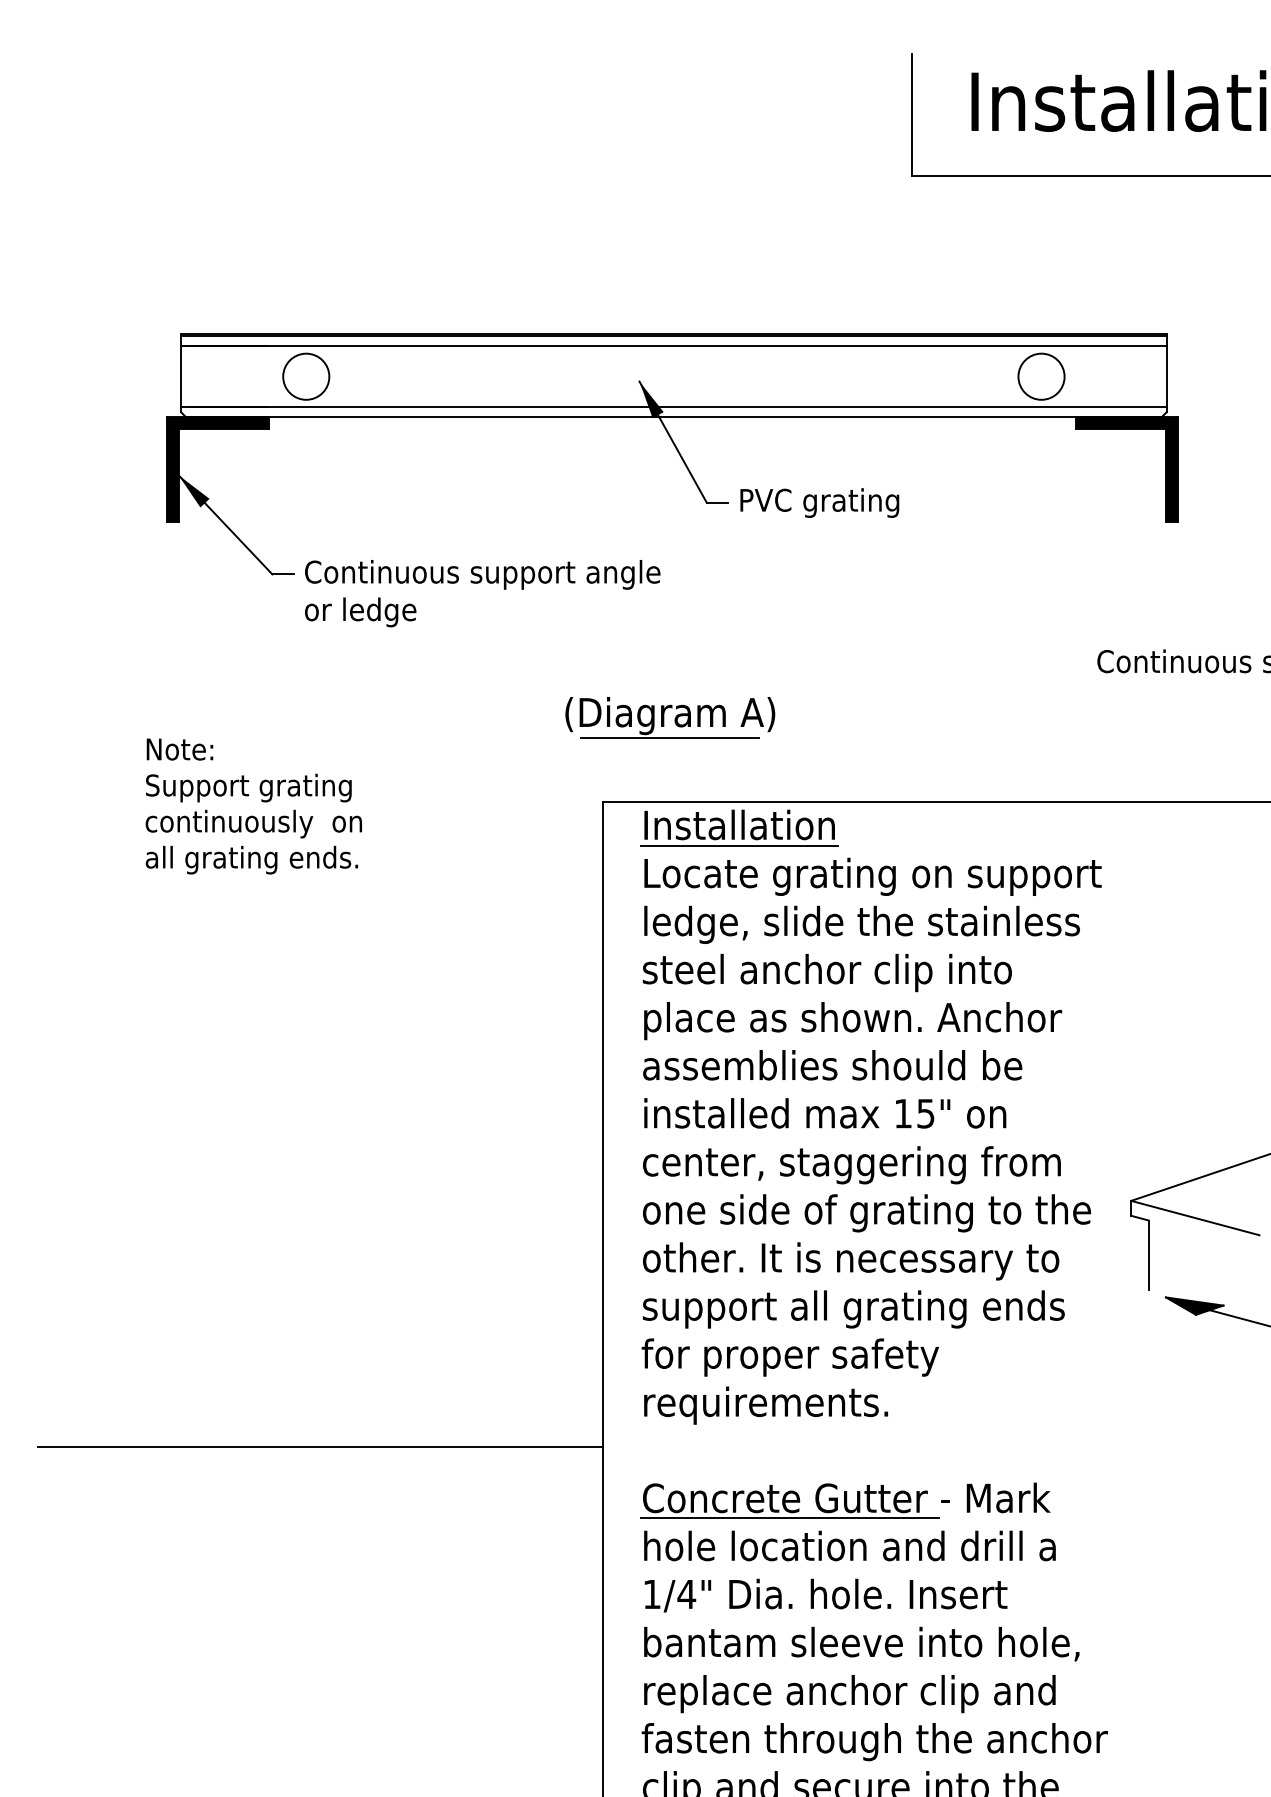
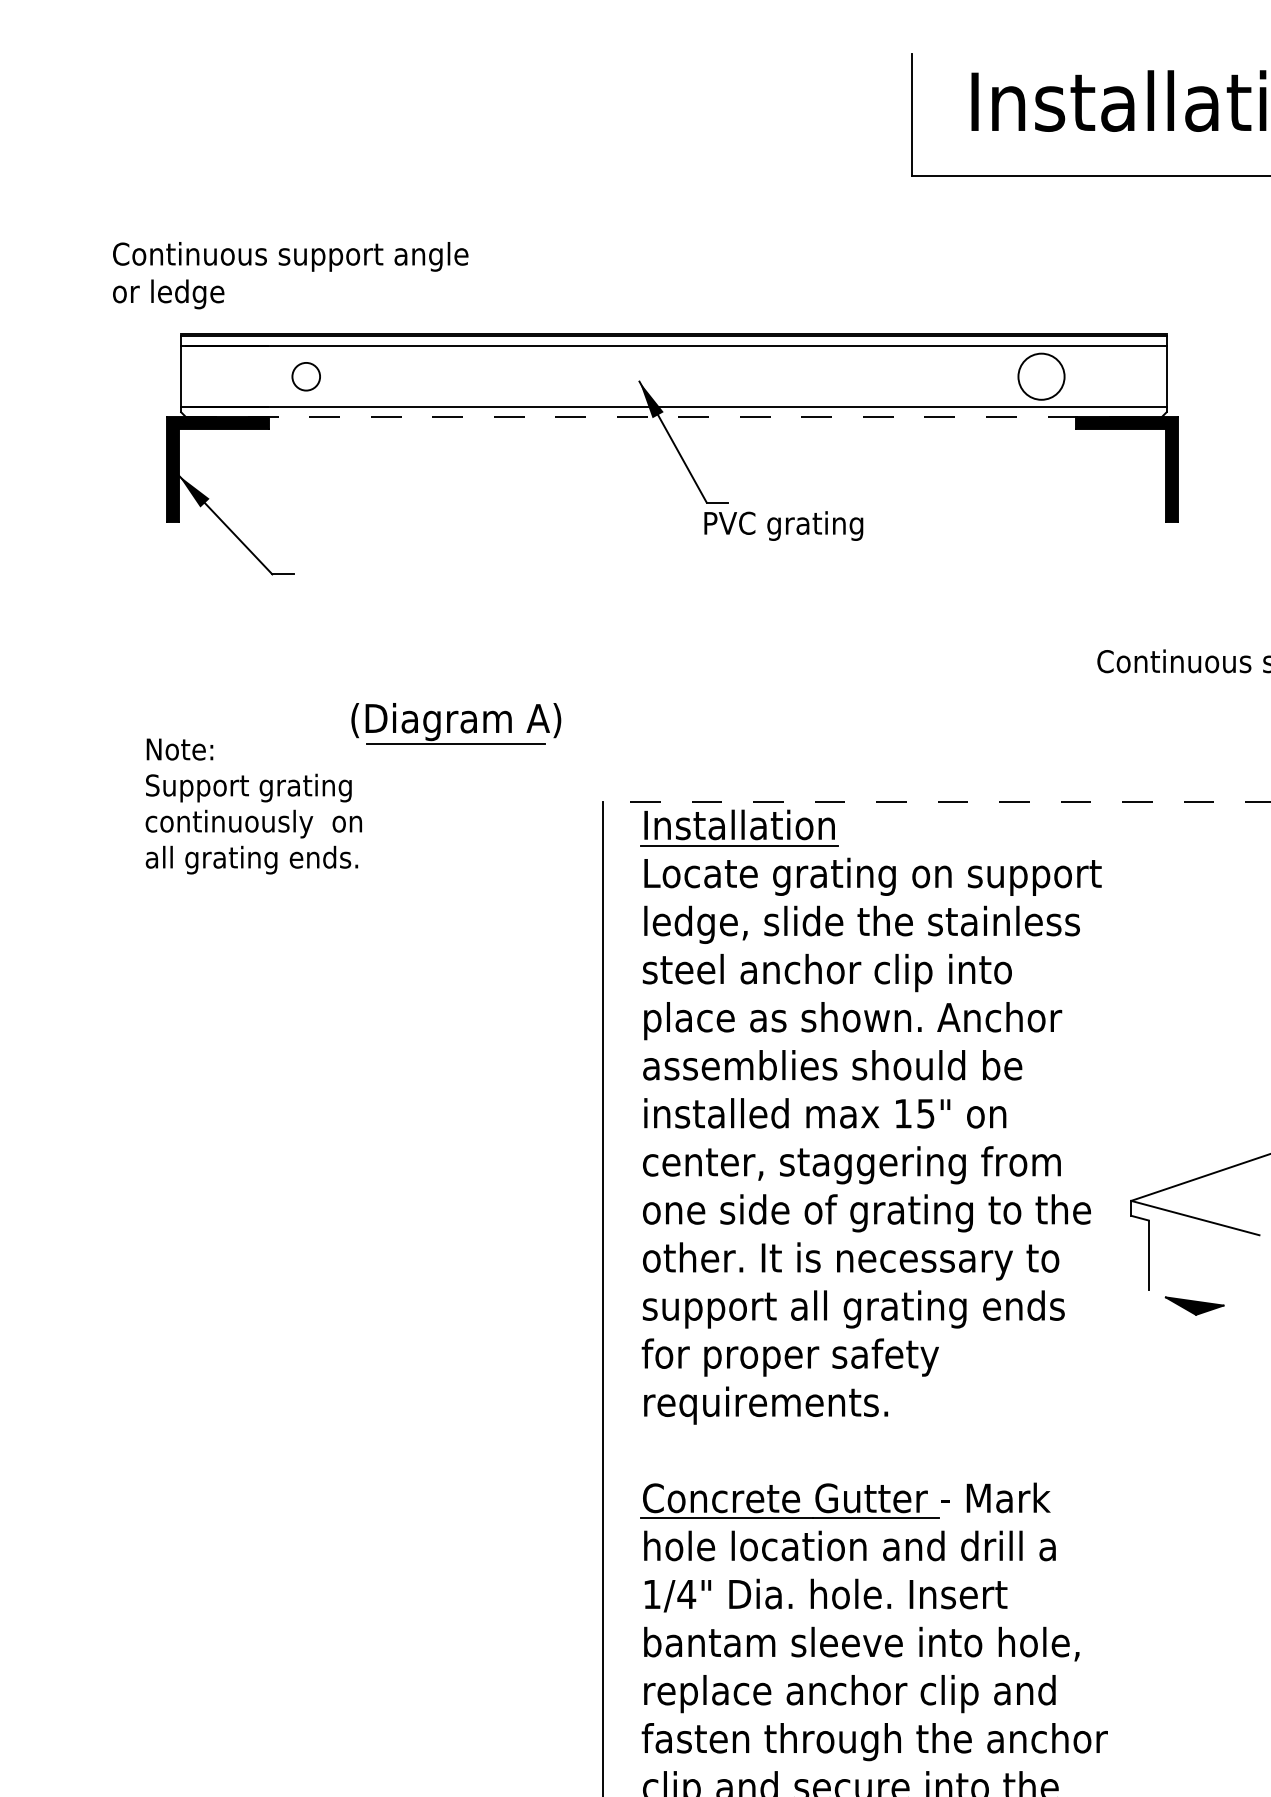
circle at (306, 376) diameter: 46 px -> 28 px
line at (673, 417): solid -> dashed
text at (819, 502) position: (819, 502) -> (783, 525)
text at (482, 593) position: (482, 593) -> (290, 275)
part at (670, 717) position: (670, 717) -> (456, 723)
line at (936, 802): solid -> dashed
line at (1238, 1317): present -> none
line at (320, 1447): present -> none
